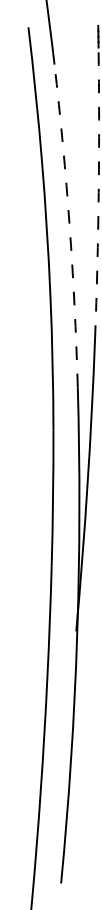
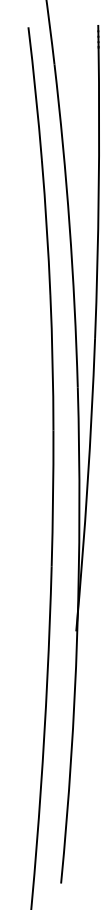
arc at (98, 192): dashed -> solid
arc at (69, 225): dashed -> solid
